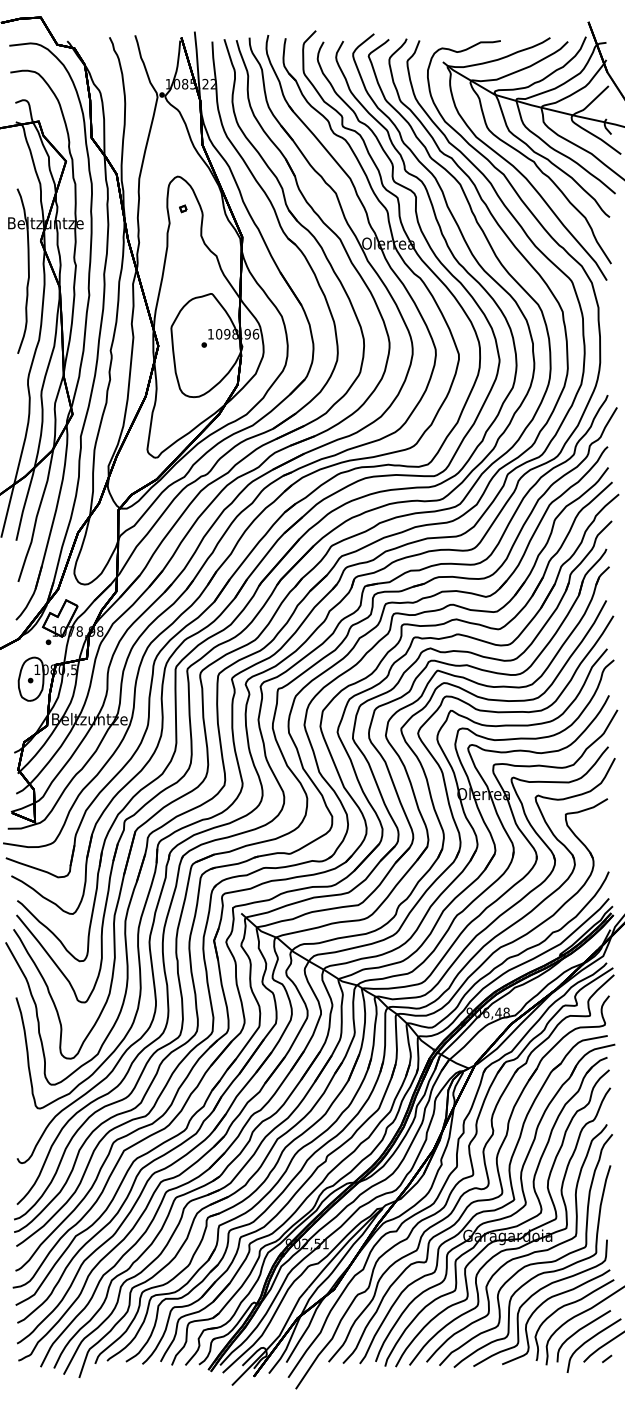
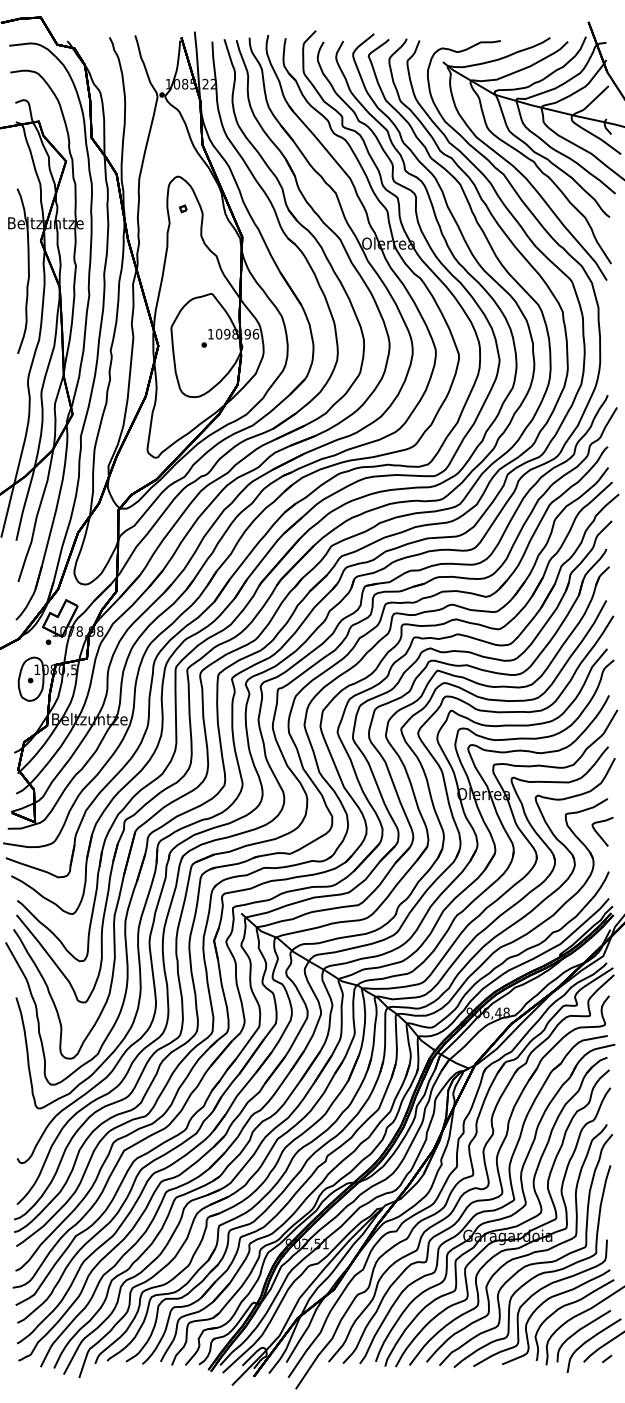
part at (602, 831): none -> present
